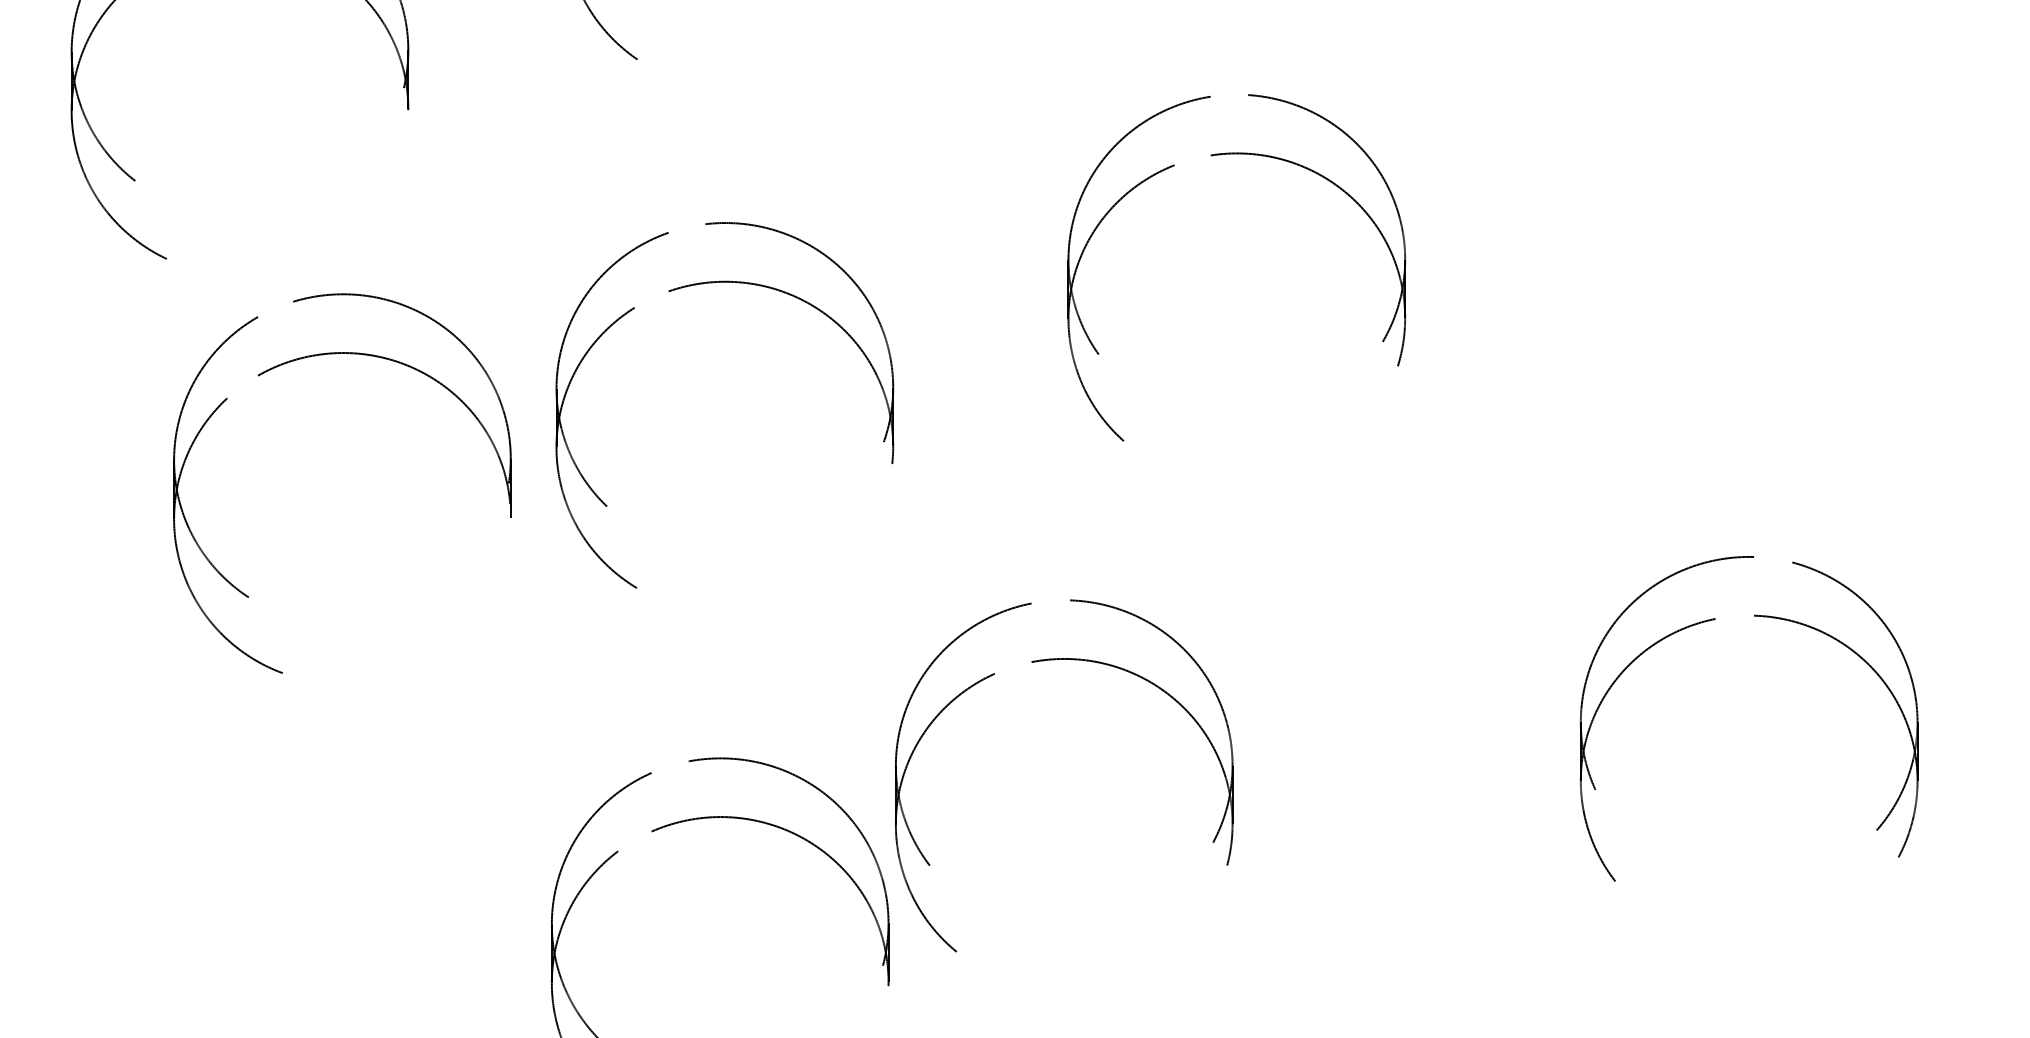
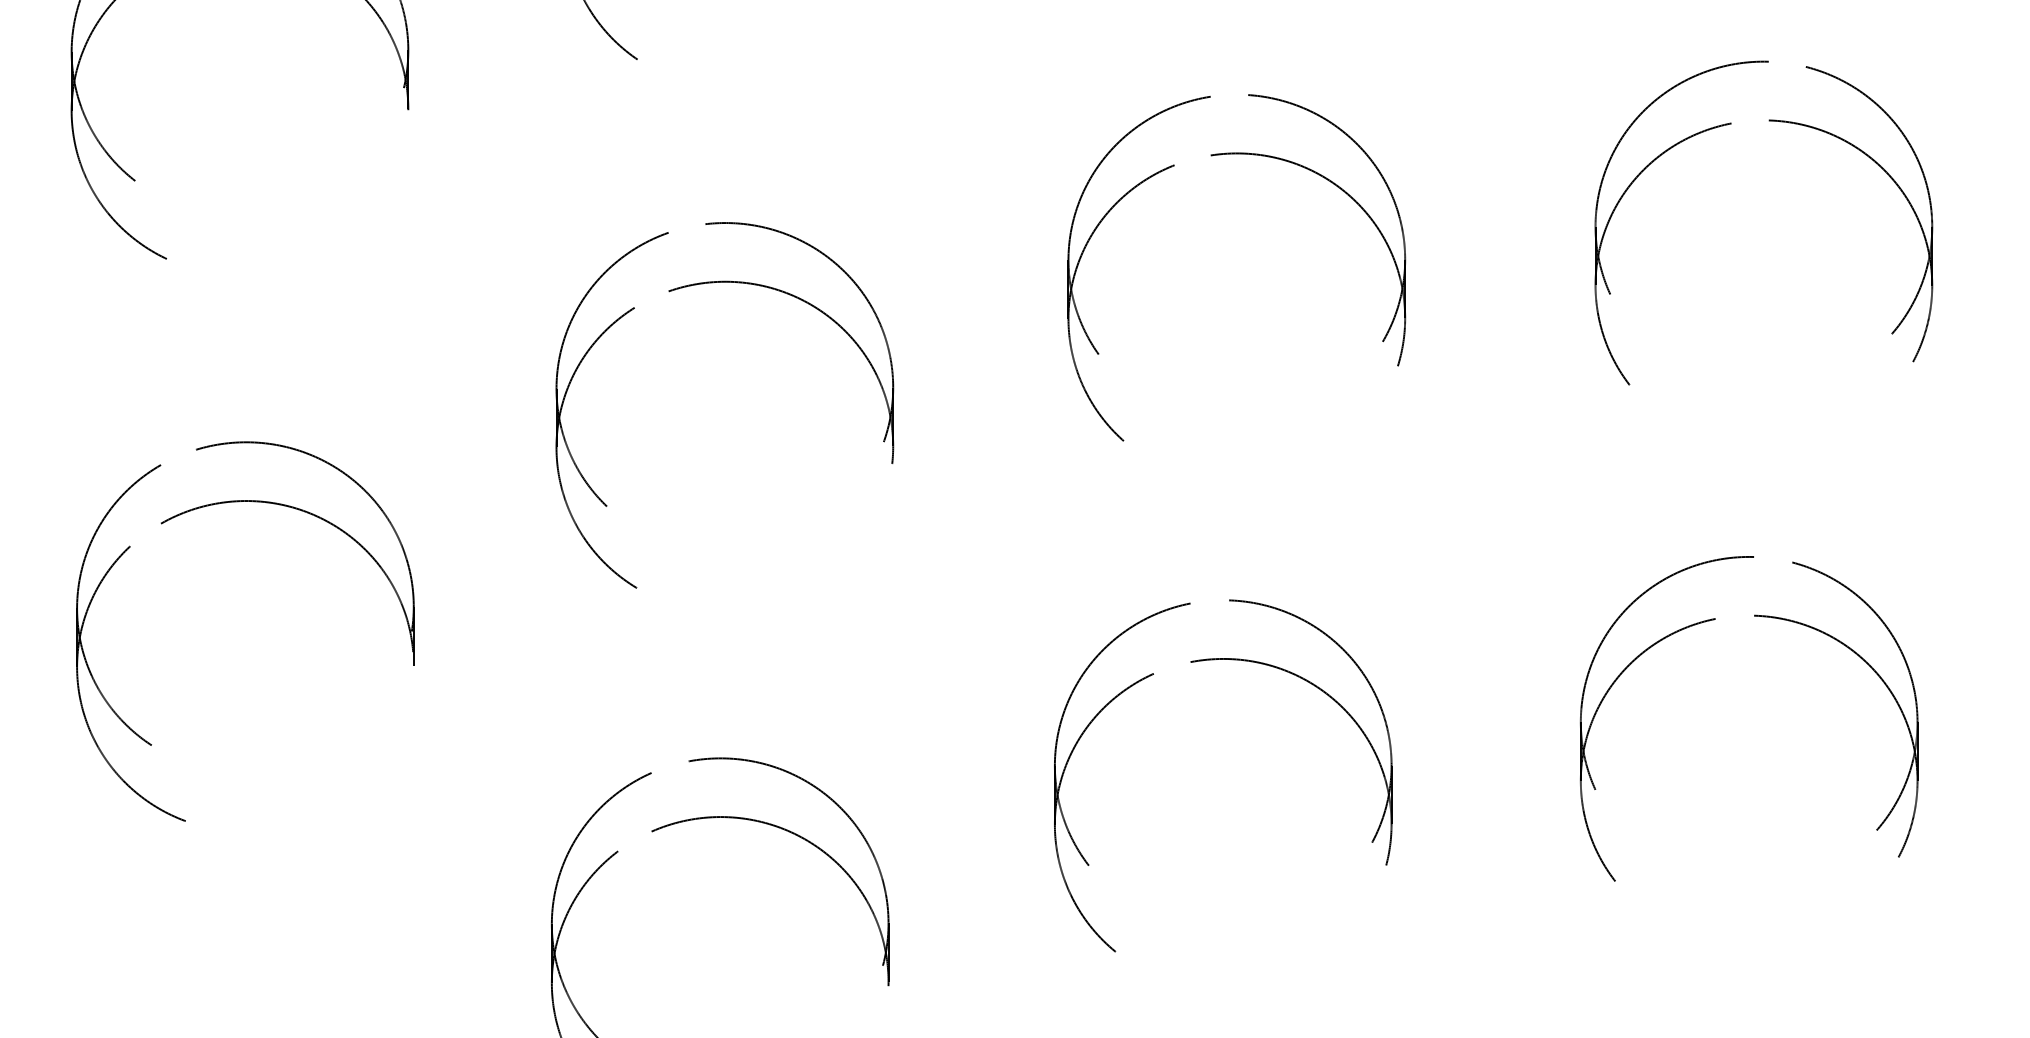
part at (1769, 121): none -> present
part at (335, 354) position: (335, 354) -> (238, 502)
part at (1055, 660) position: (1055, 660) -> (1214, 660)
